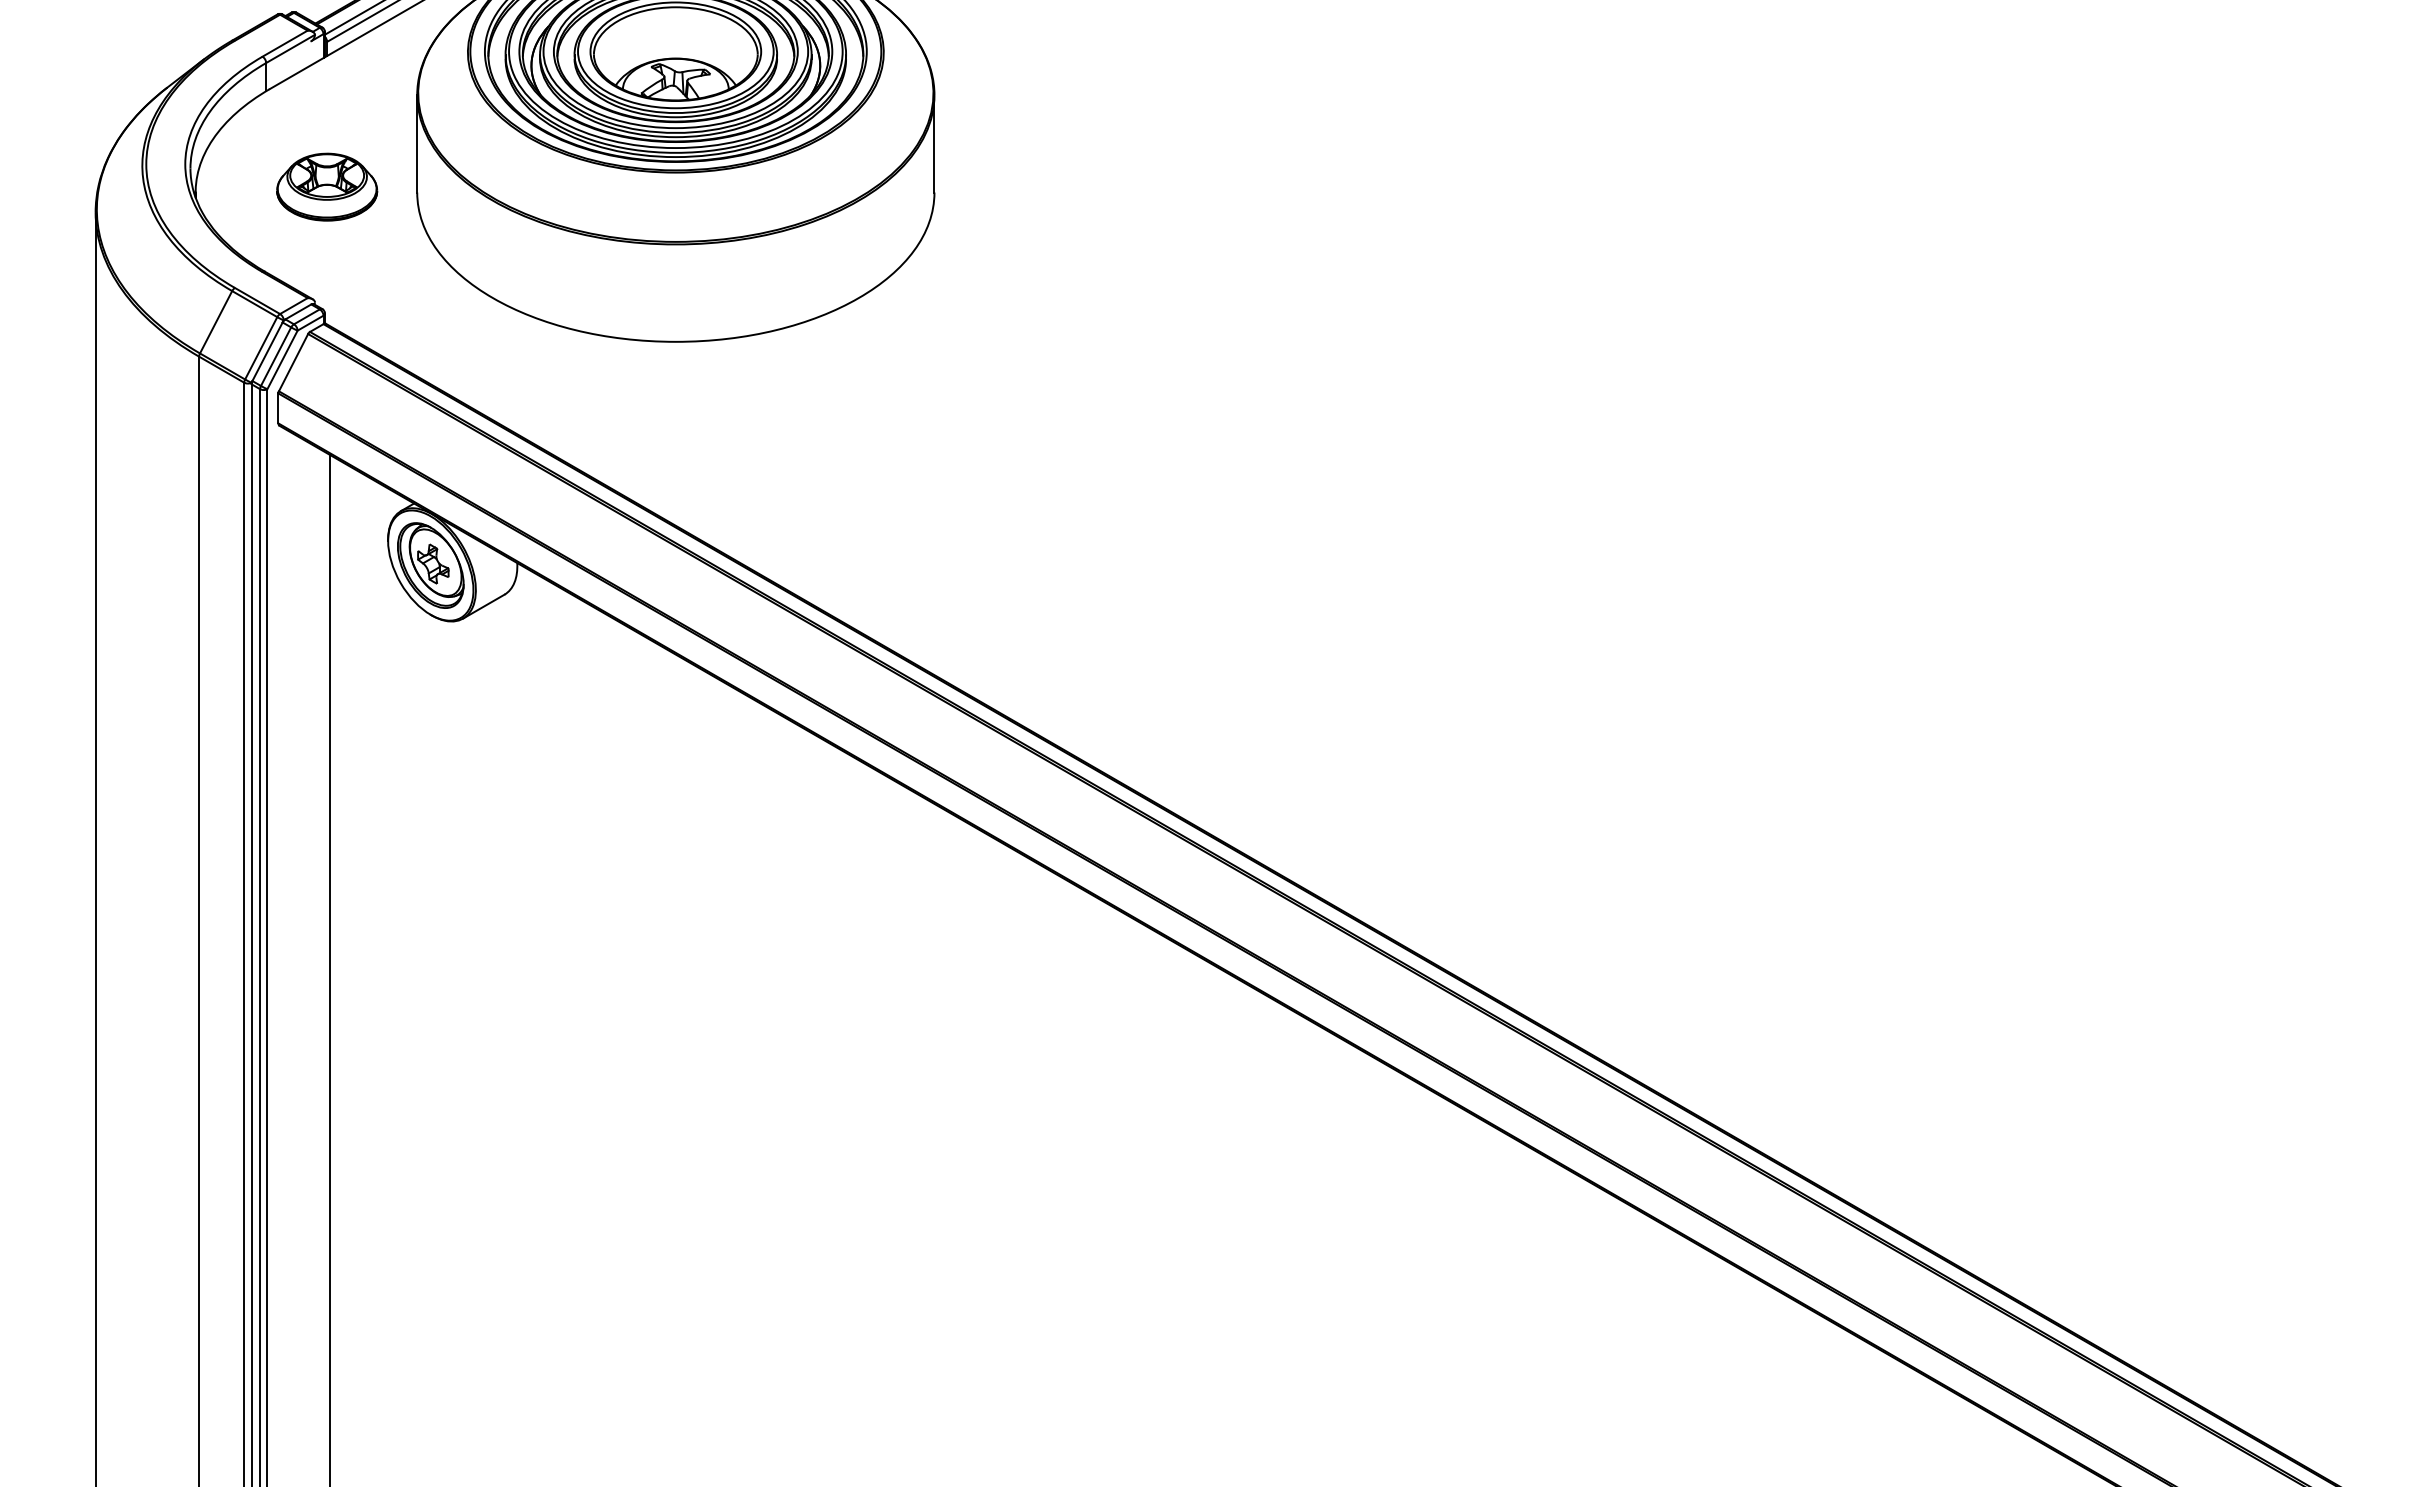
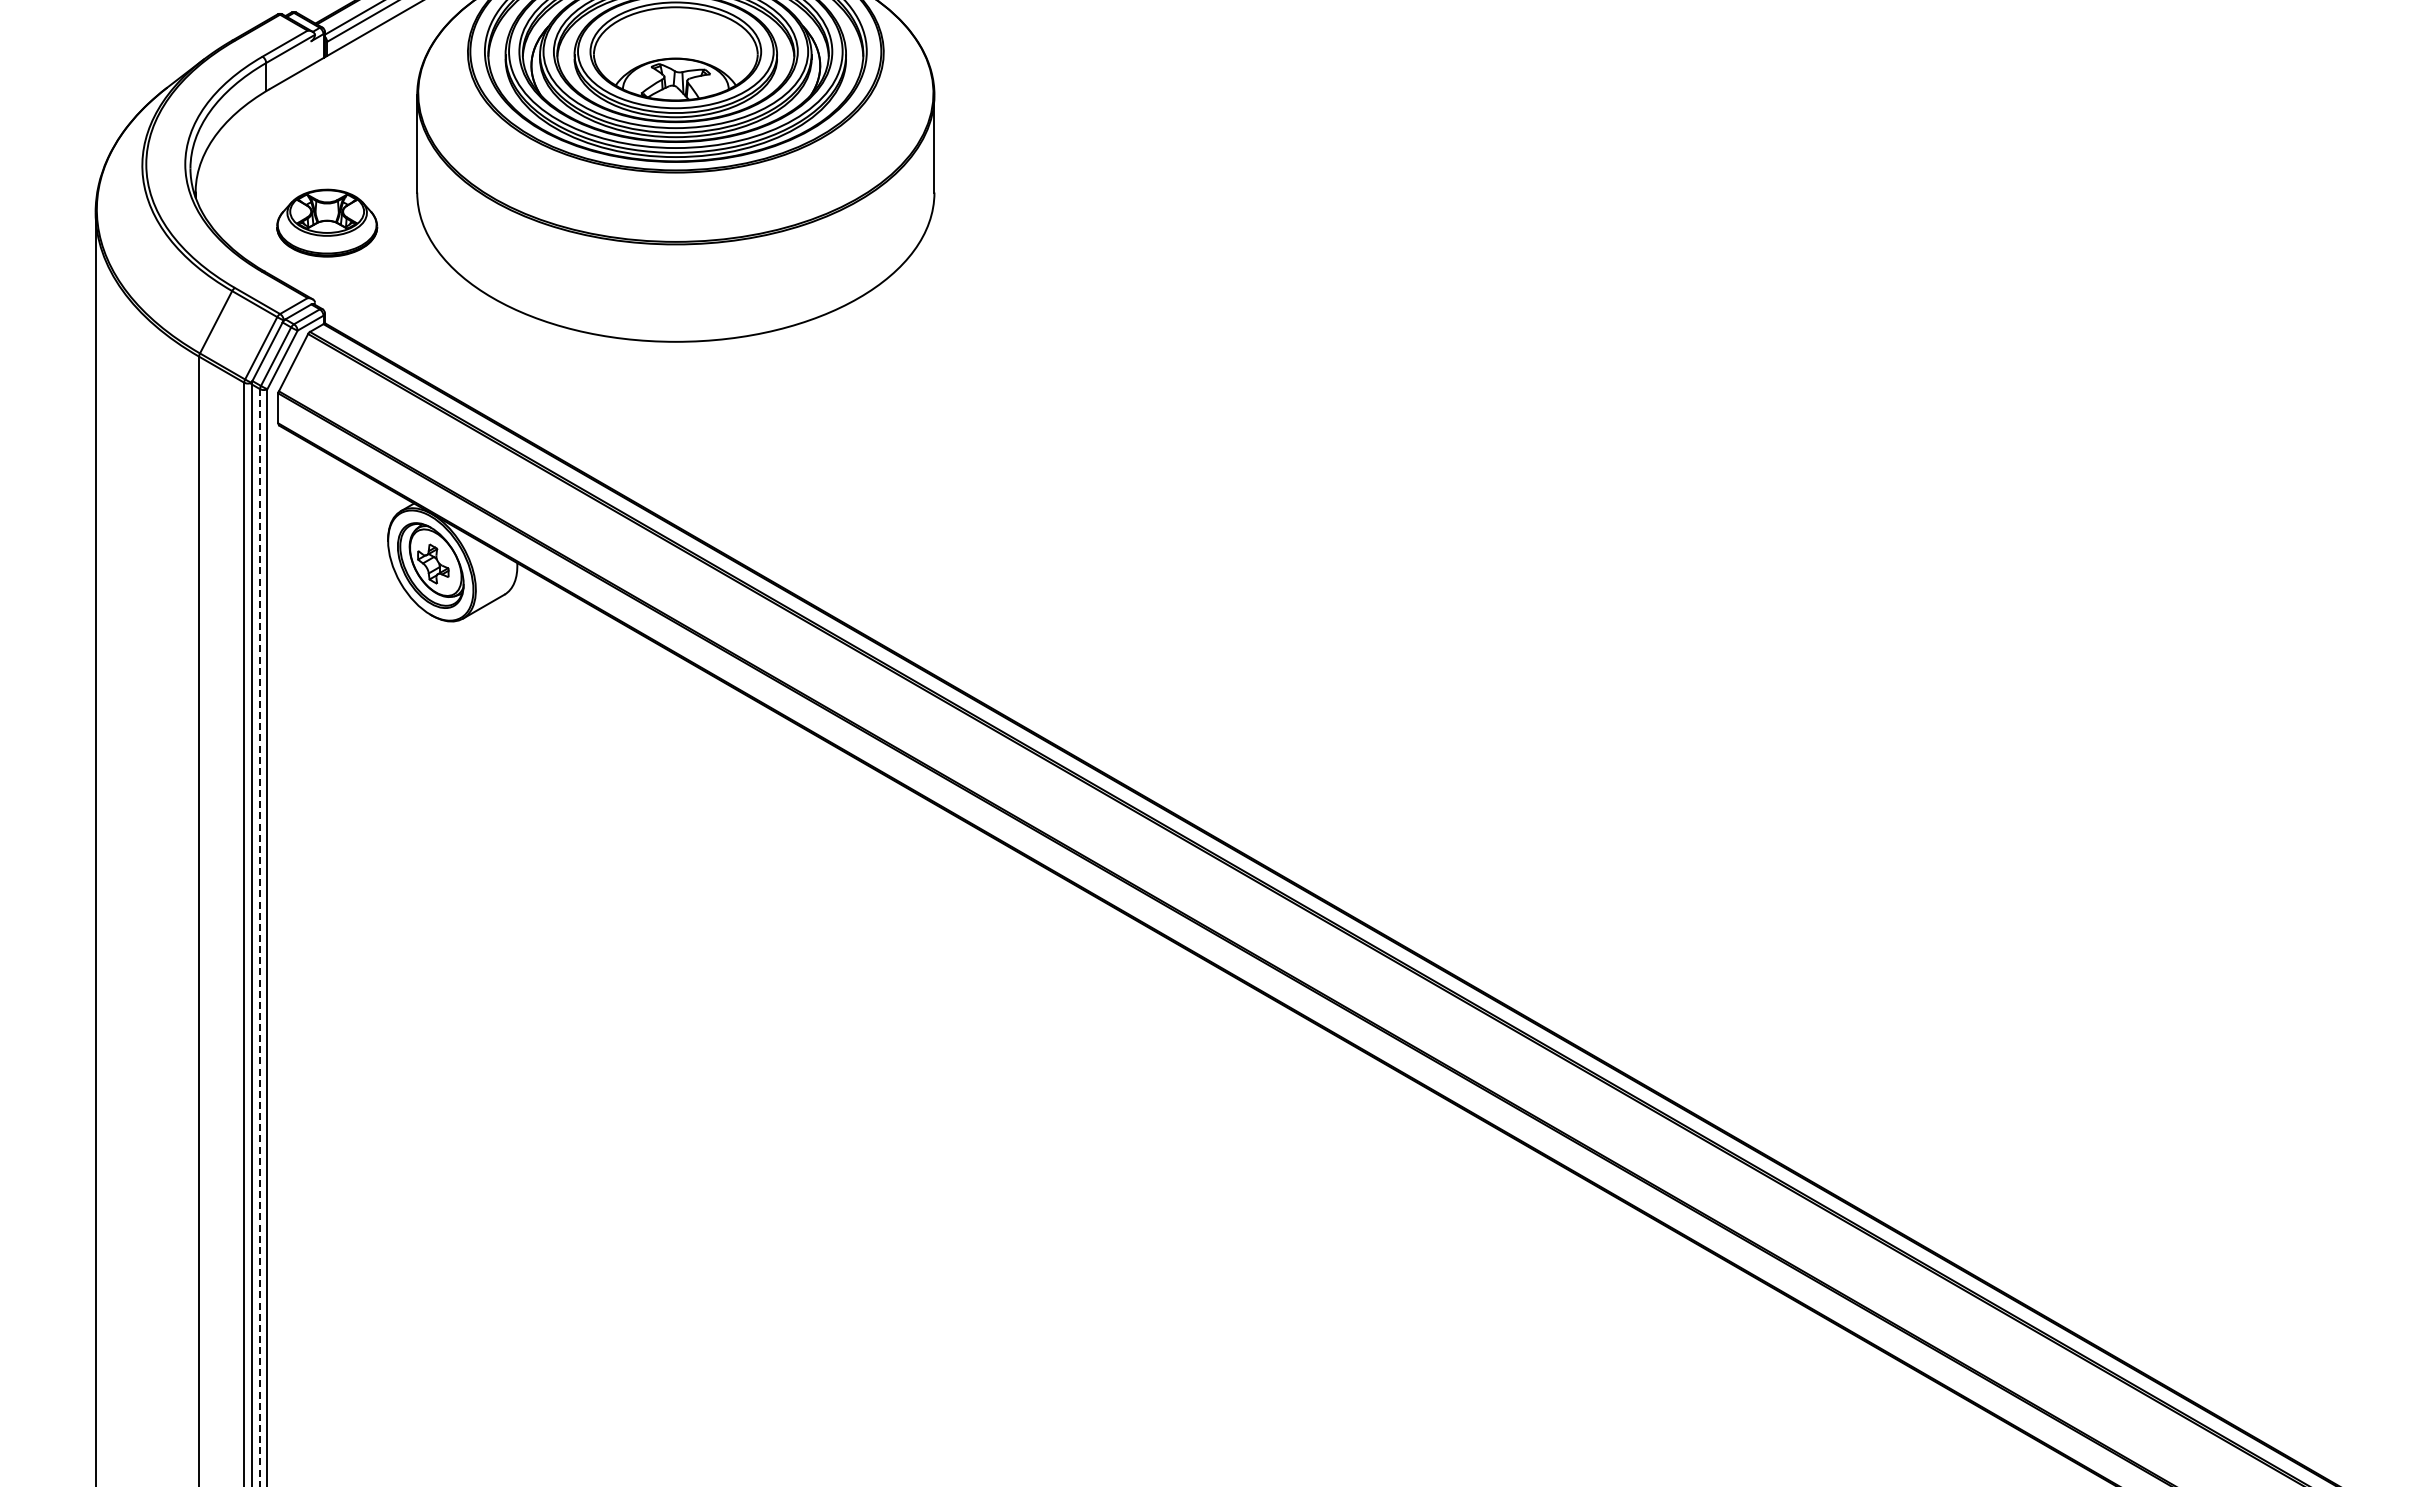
part at (327, 186) position: (327, 186) -> (327, 222)
line at (260, 938): solid -> dashed
line at (330, 969): present -> none
